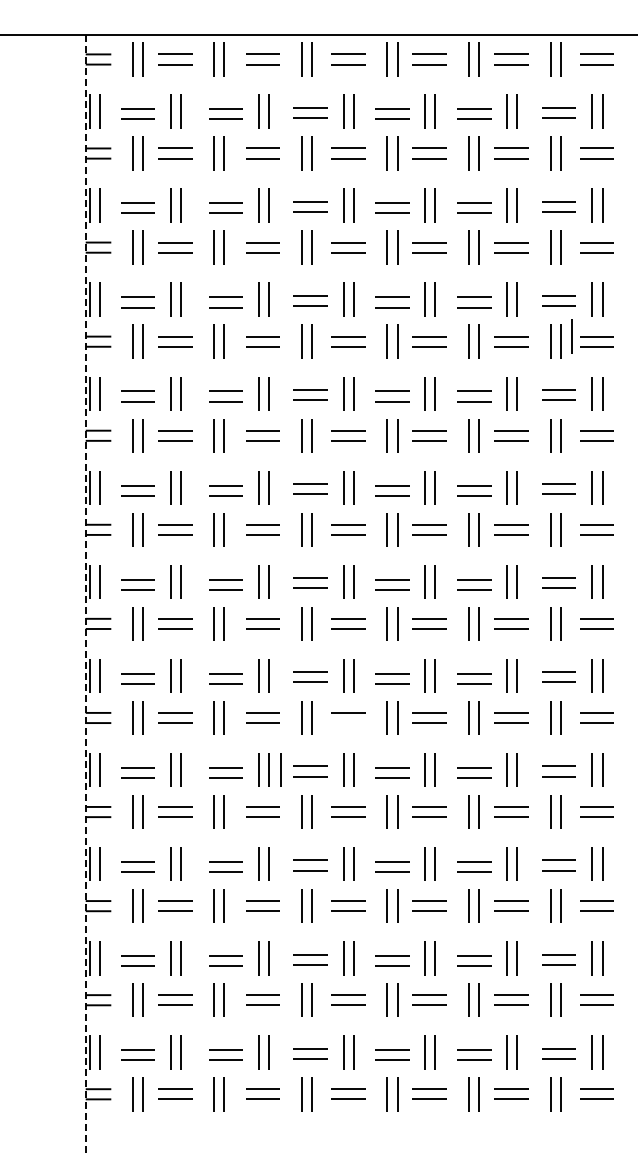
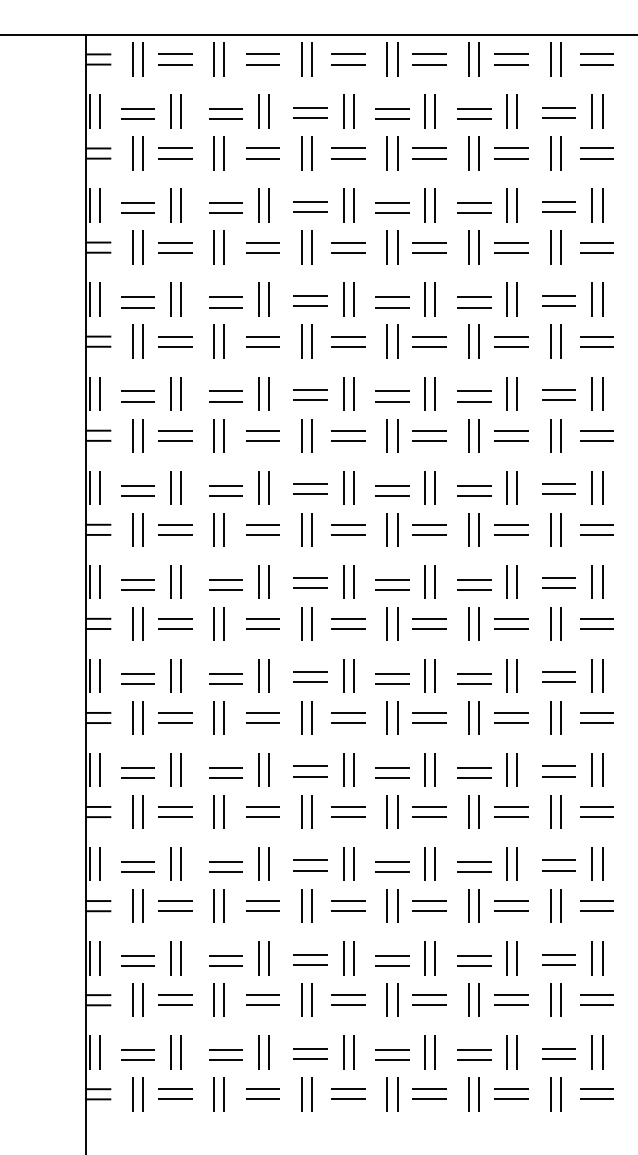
line at (571, 336): present -> none
line at (85, 594): dashed -> solid
line at (348, 722): none -> present
line at (280, 769): present -> none
